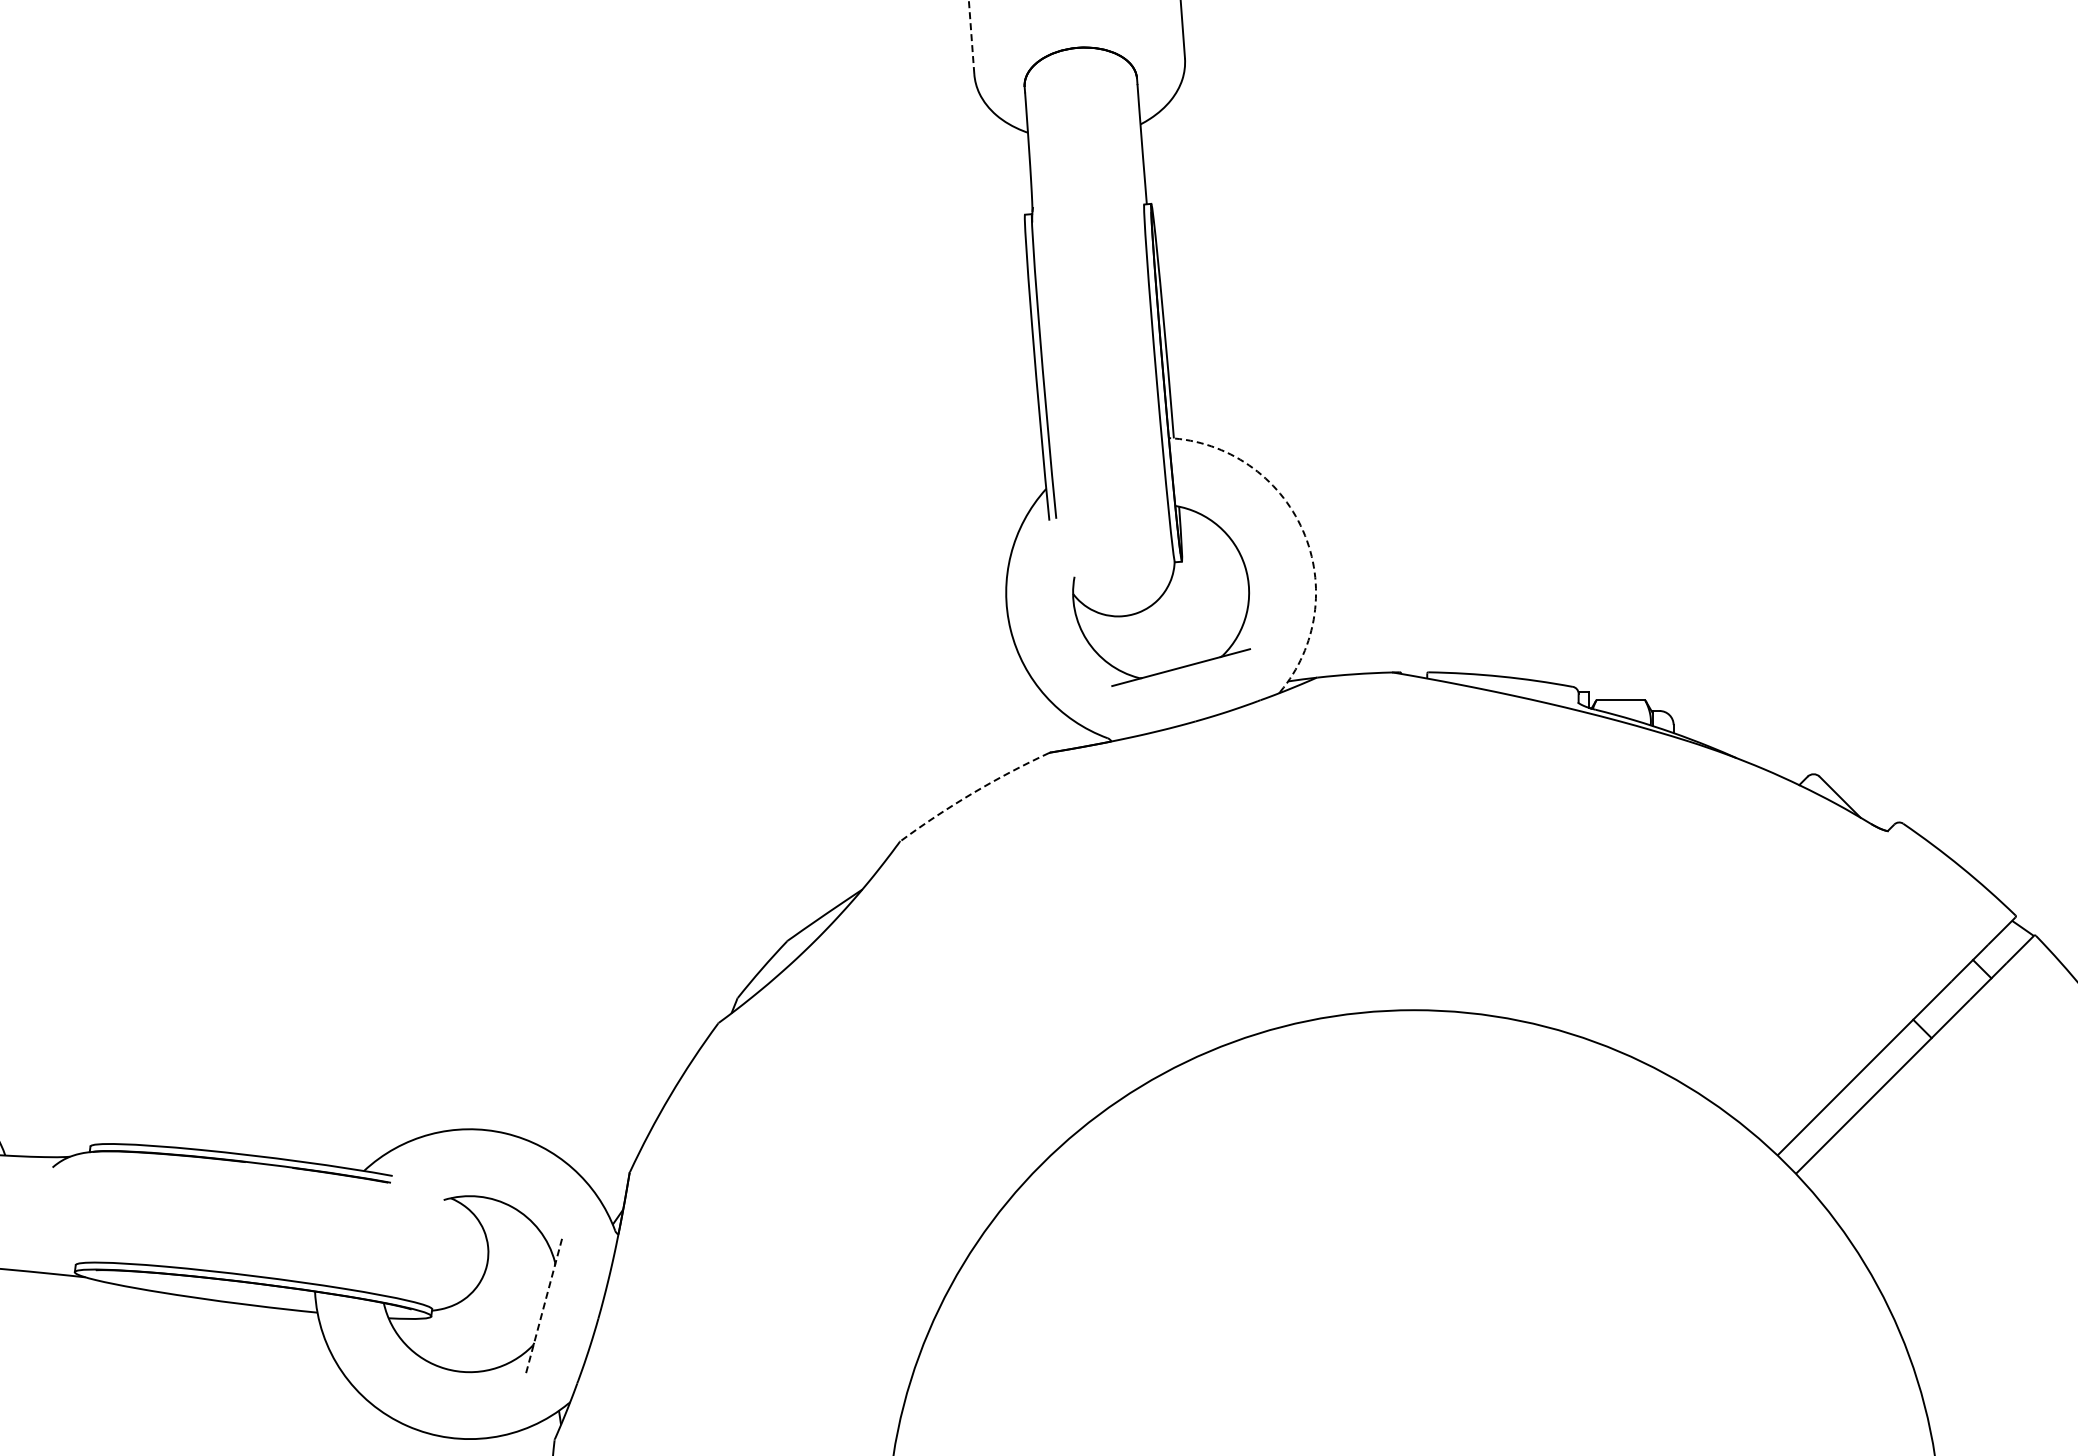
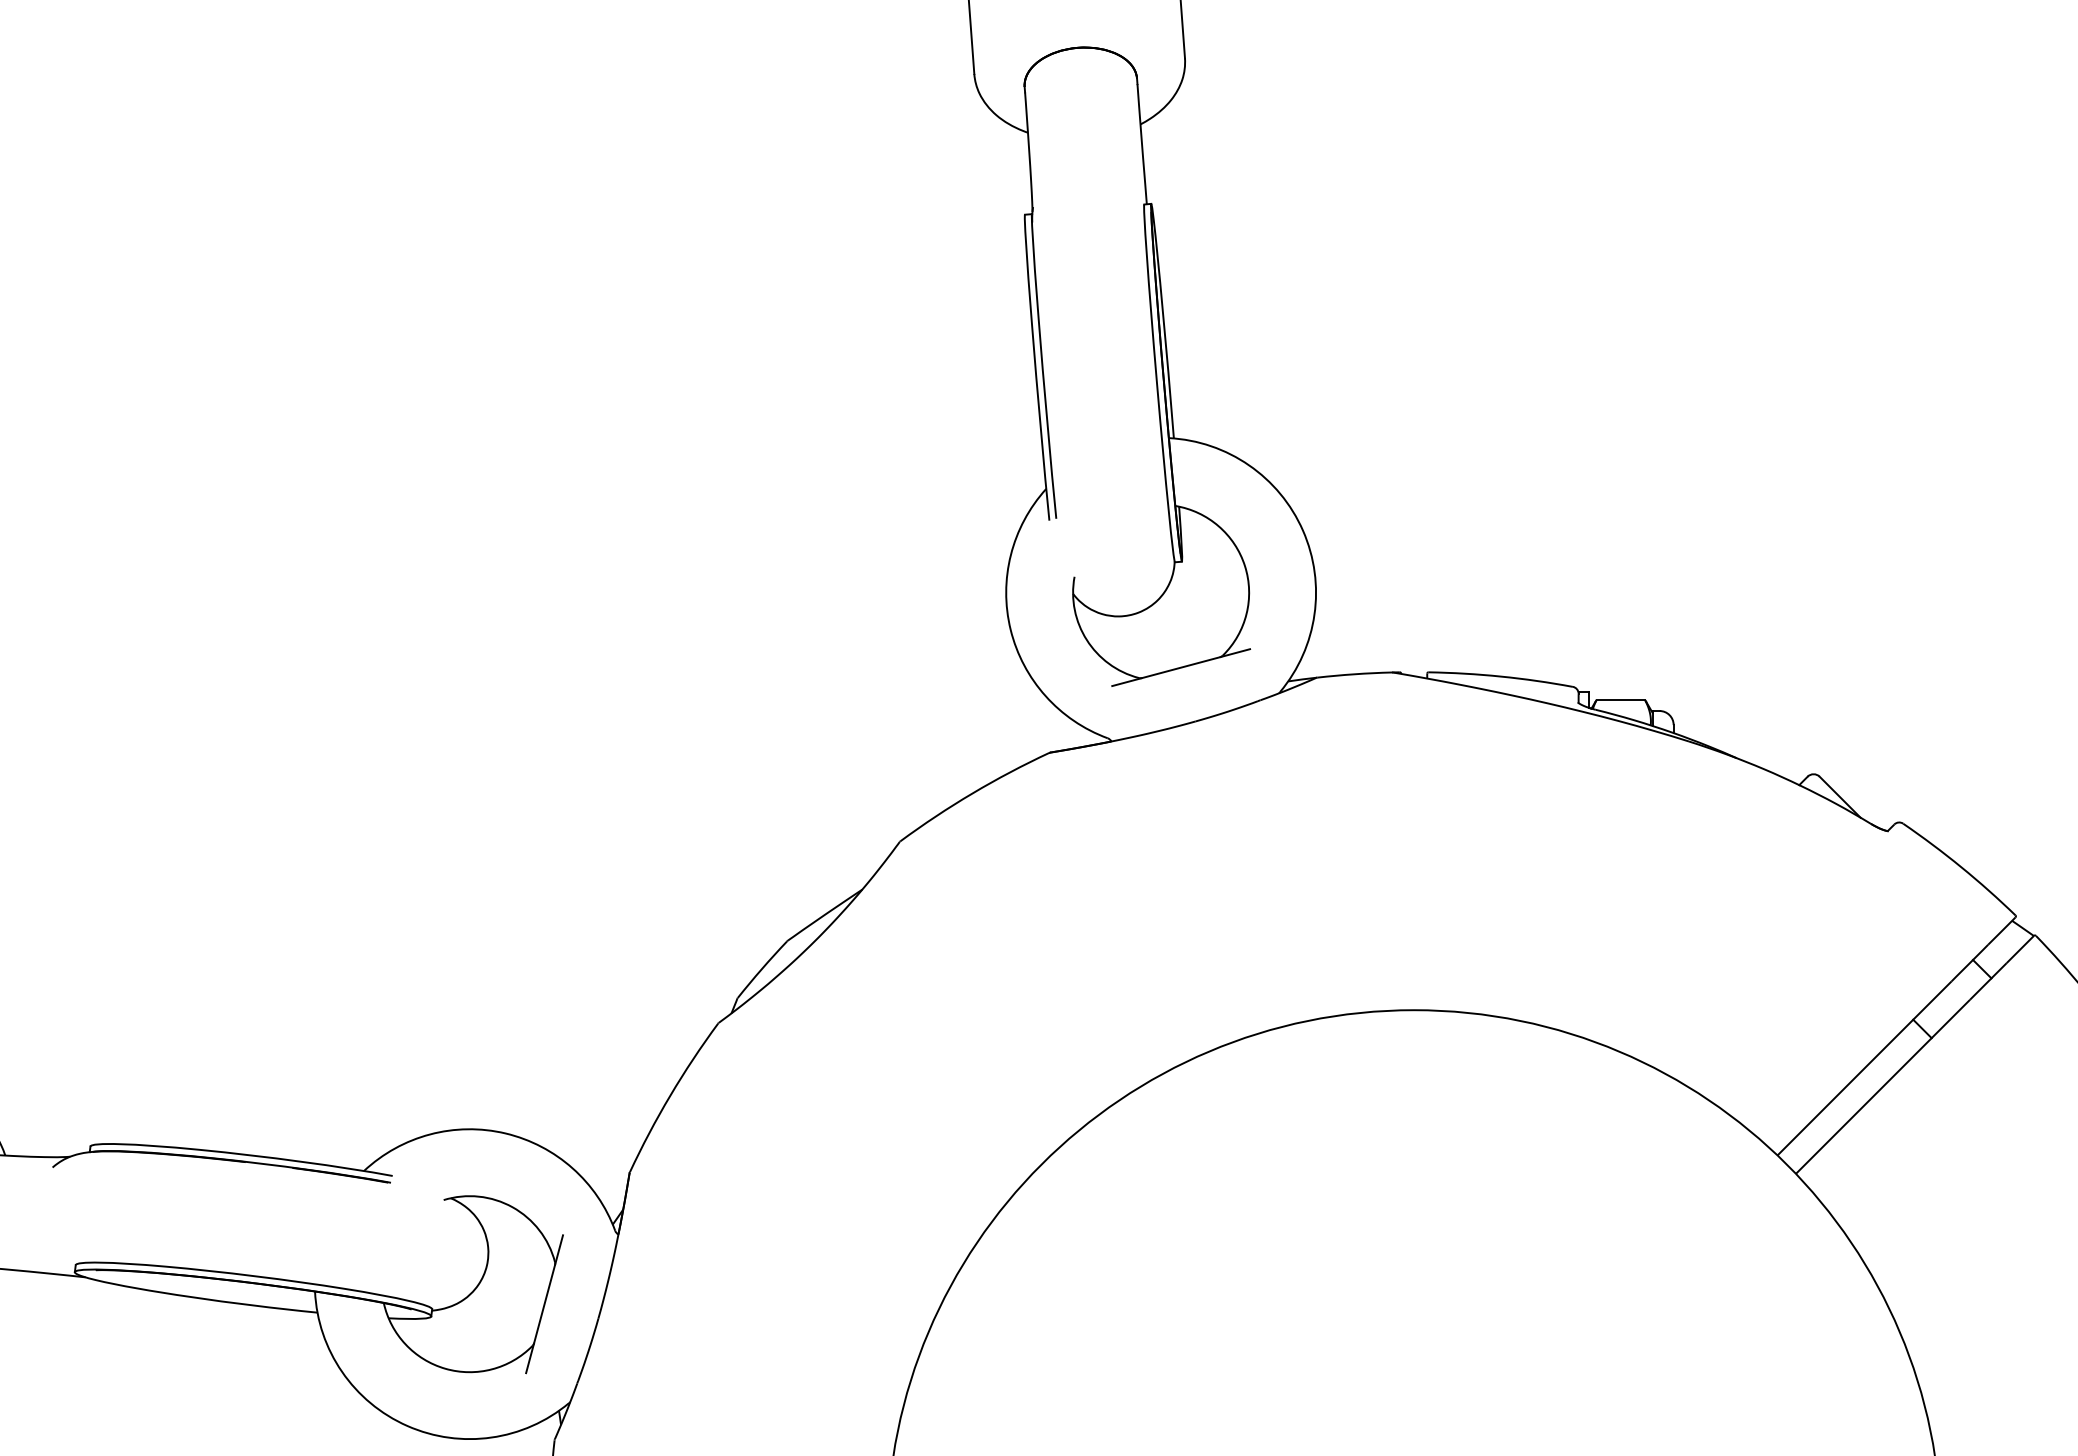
line at (971, 37): dashed -> solid
arc at (1303, 530): dashed -> solid
arc at (972, 793): dashed -> solid
line at (544, 1303): dashed -> solid
